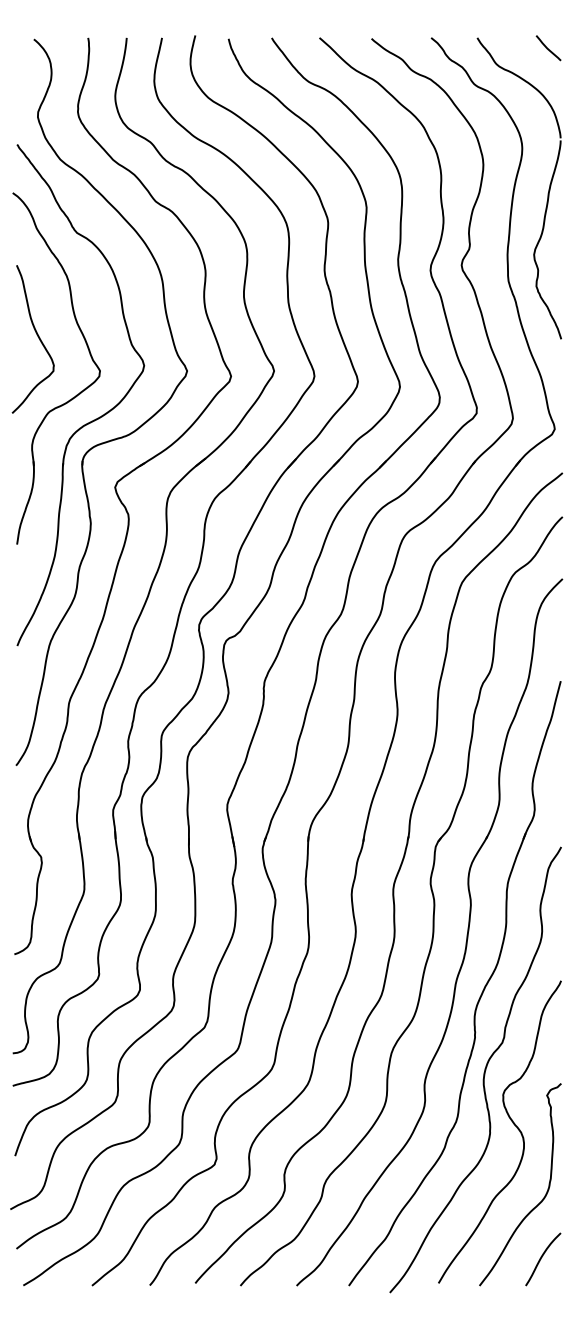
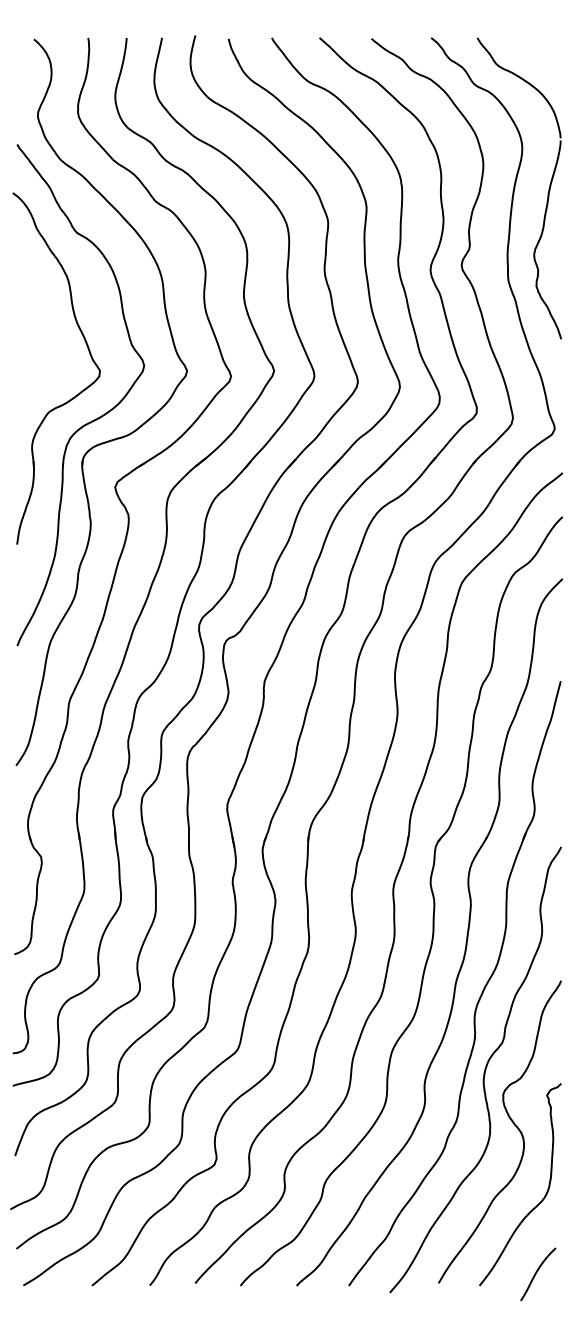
curve at (548, 48): present -> none
curve at (37, 336): present -> none
curve at (541, 1259) position: (541, 1259) -> (536, 1274)
